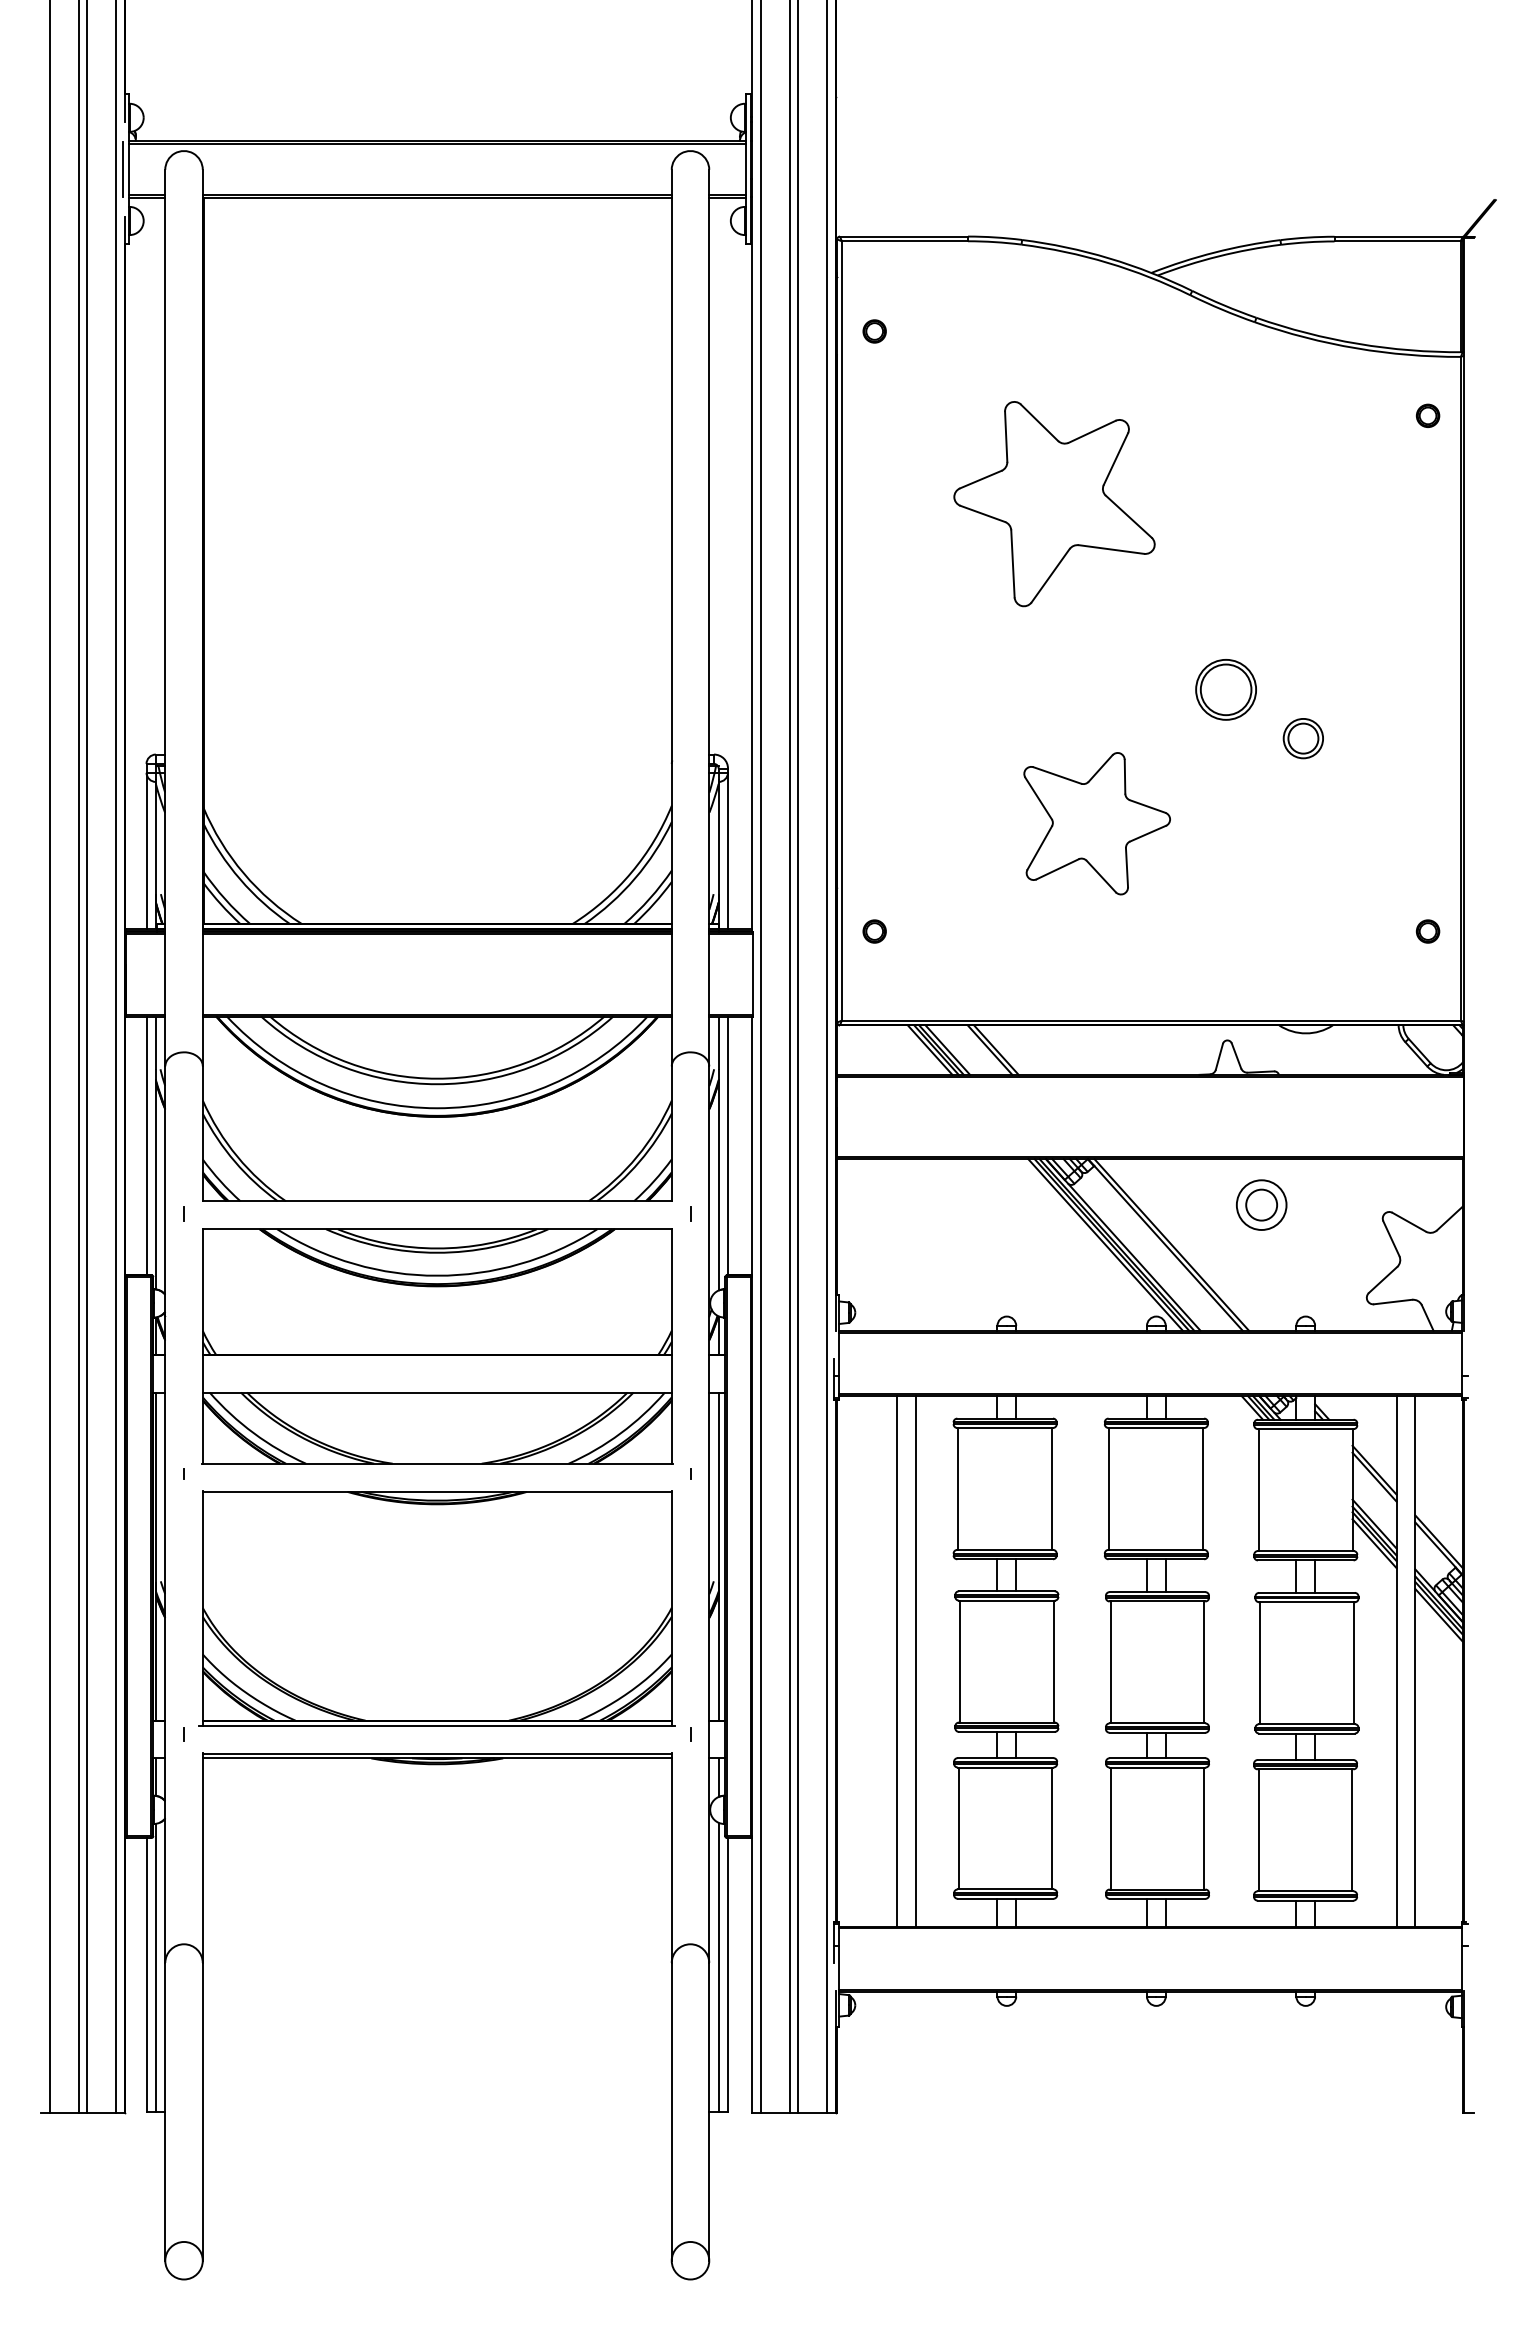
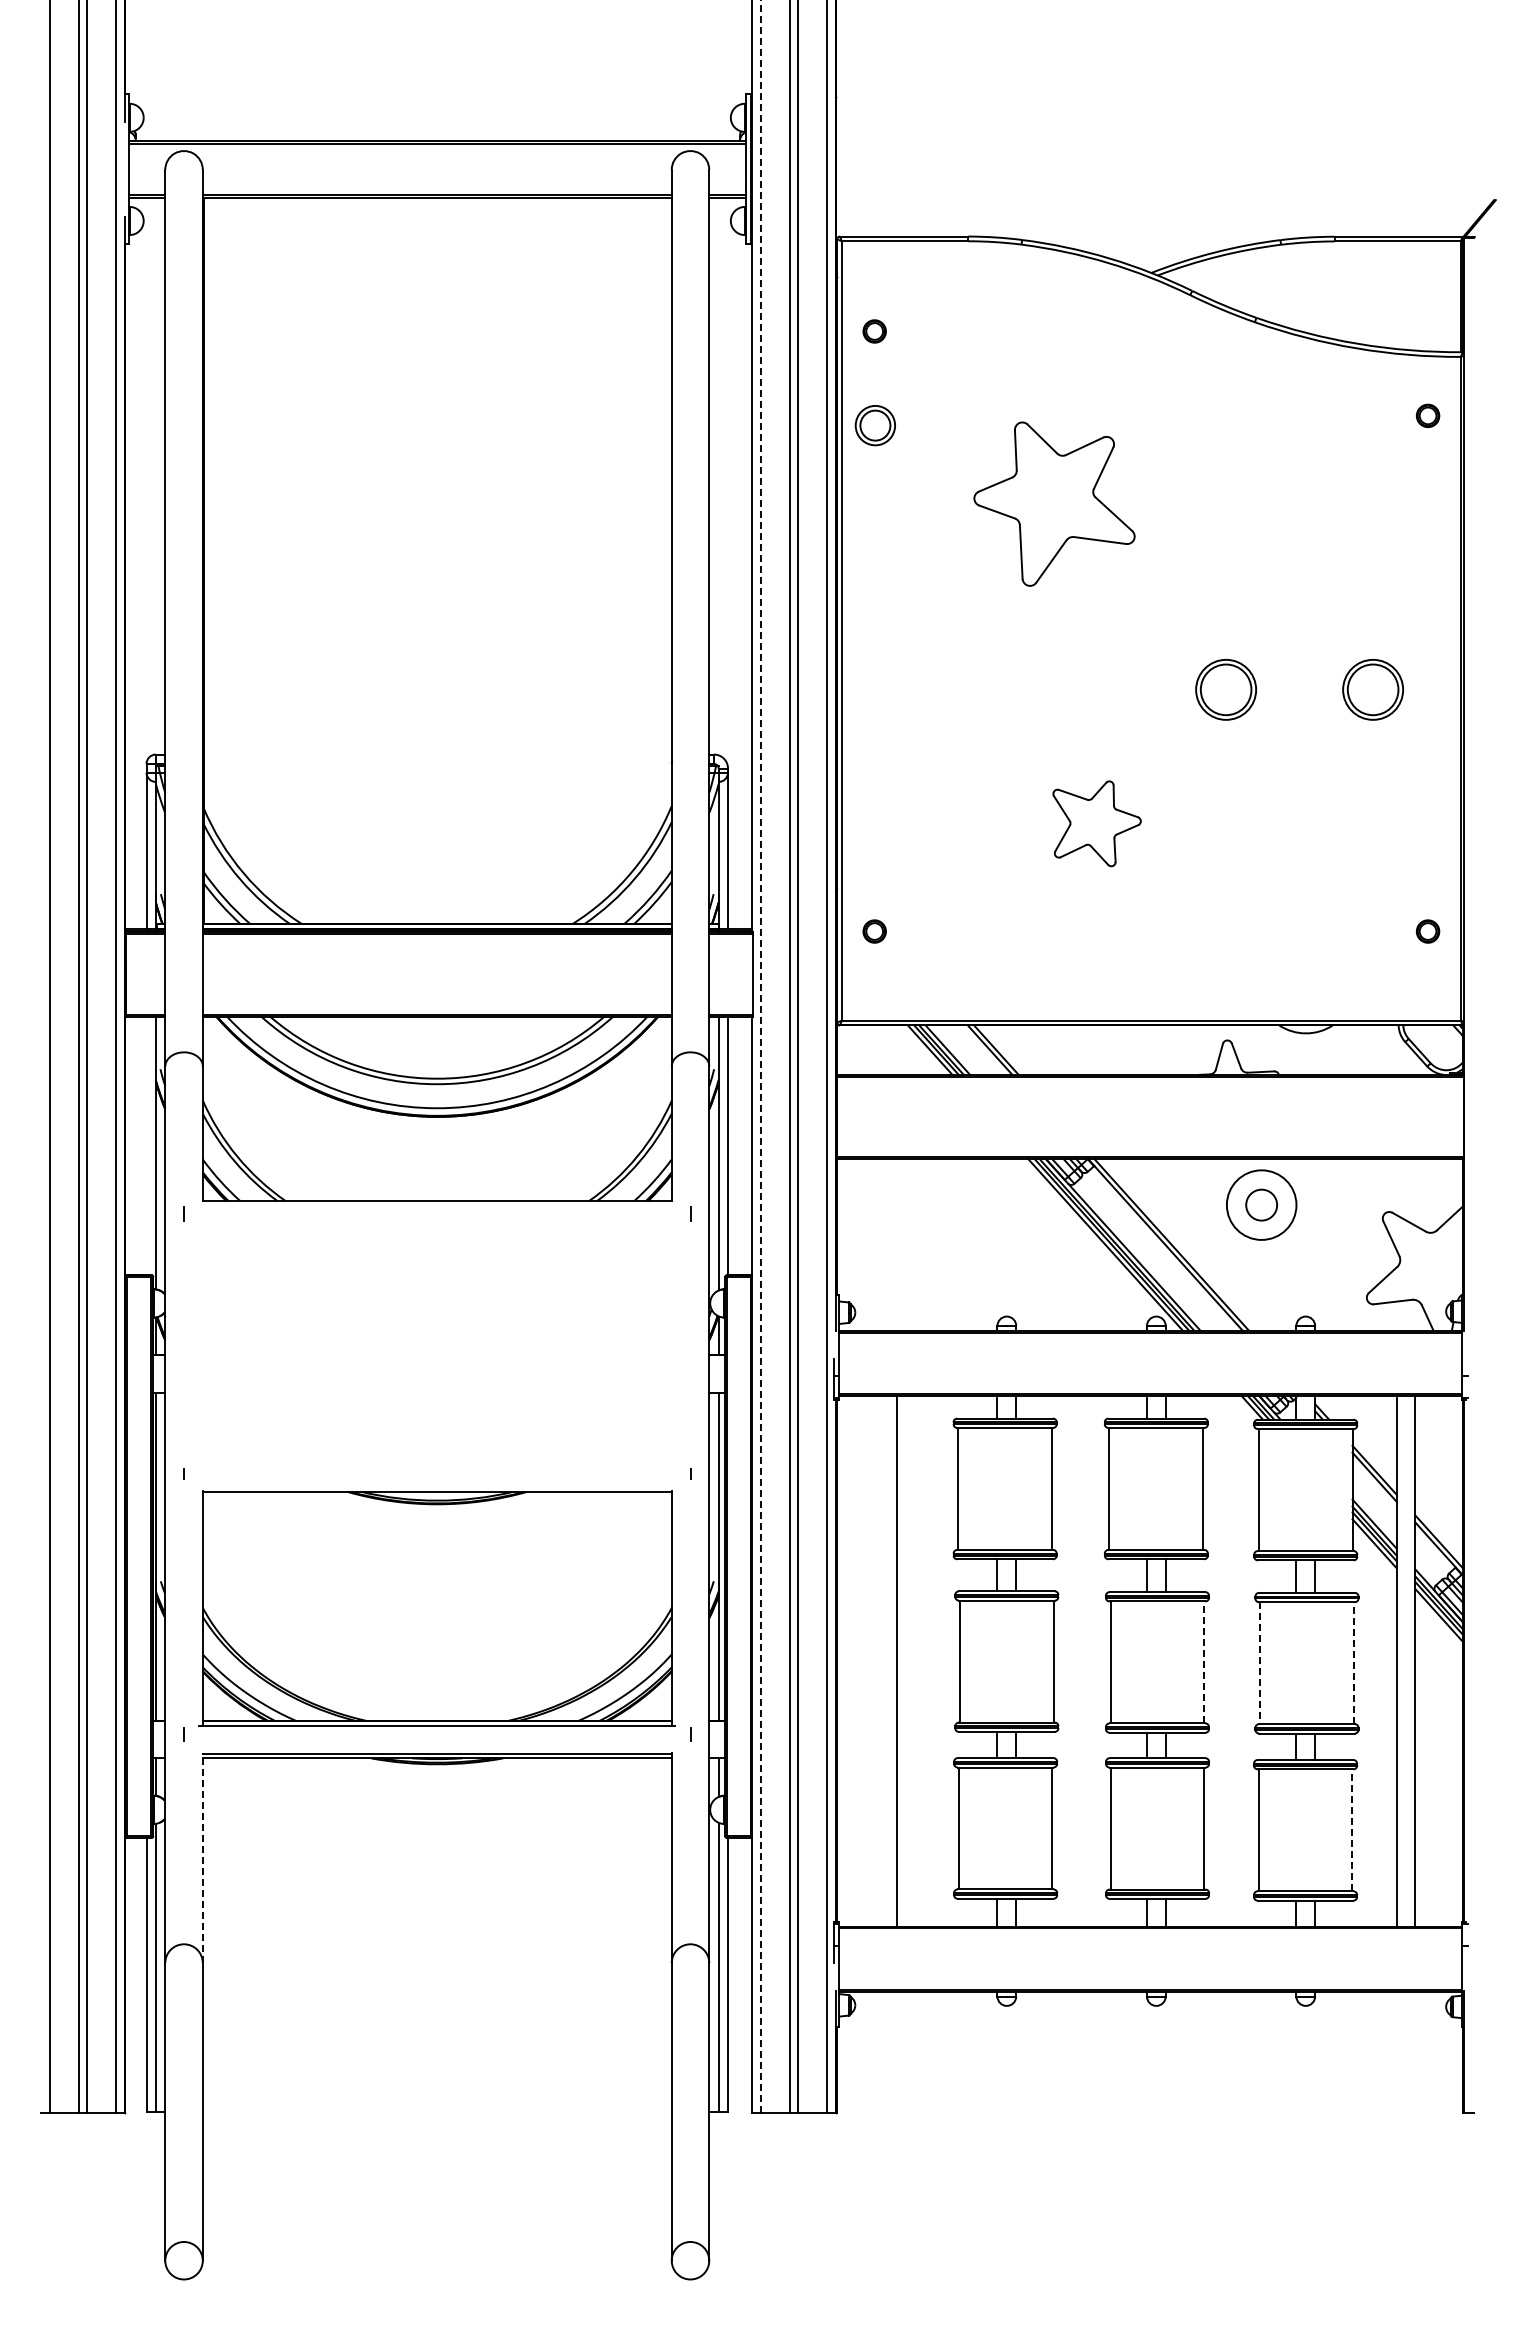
line at (123, 169): present -> none
part at (1054, 504) size: 203x207 px -> 163x166 px
part at (1372, 689): none -> present
part at (1302, 738) position: (1302, 738) -> (874, 425)
part at (1096, 823) size: 148x144 px -> 90x88 px
line at (760, 1056): solid -> dashed
line at (146, 1145): present -> none
circle at (1261, 1204) diameter: 50 px -> 70 px
part at (437, 1346): present -> none
line at (915, 1661): present -> none
line at (1204, 1662): solid -> dashed
line at (1259, 1663): solid -> dashed
line at (1353, 1663): solid -> dashed
line at (1352, 1830): solid -> dashed
line at (202, 1857): solid -> dashed
